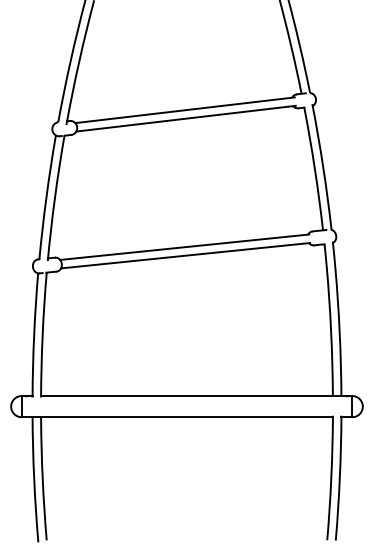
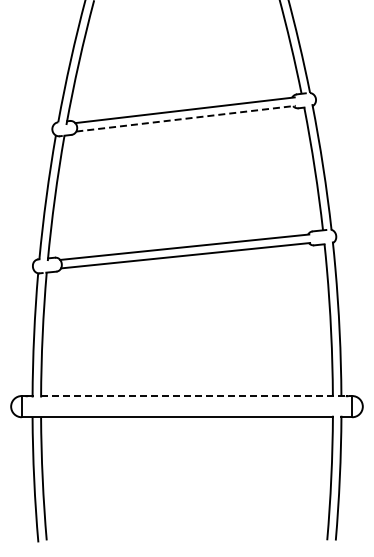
line at (186, 118): solid -> dashed
line at (196, 396): solid -> dashed
